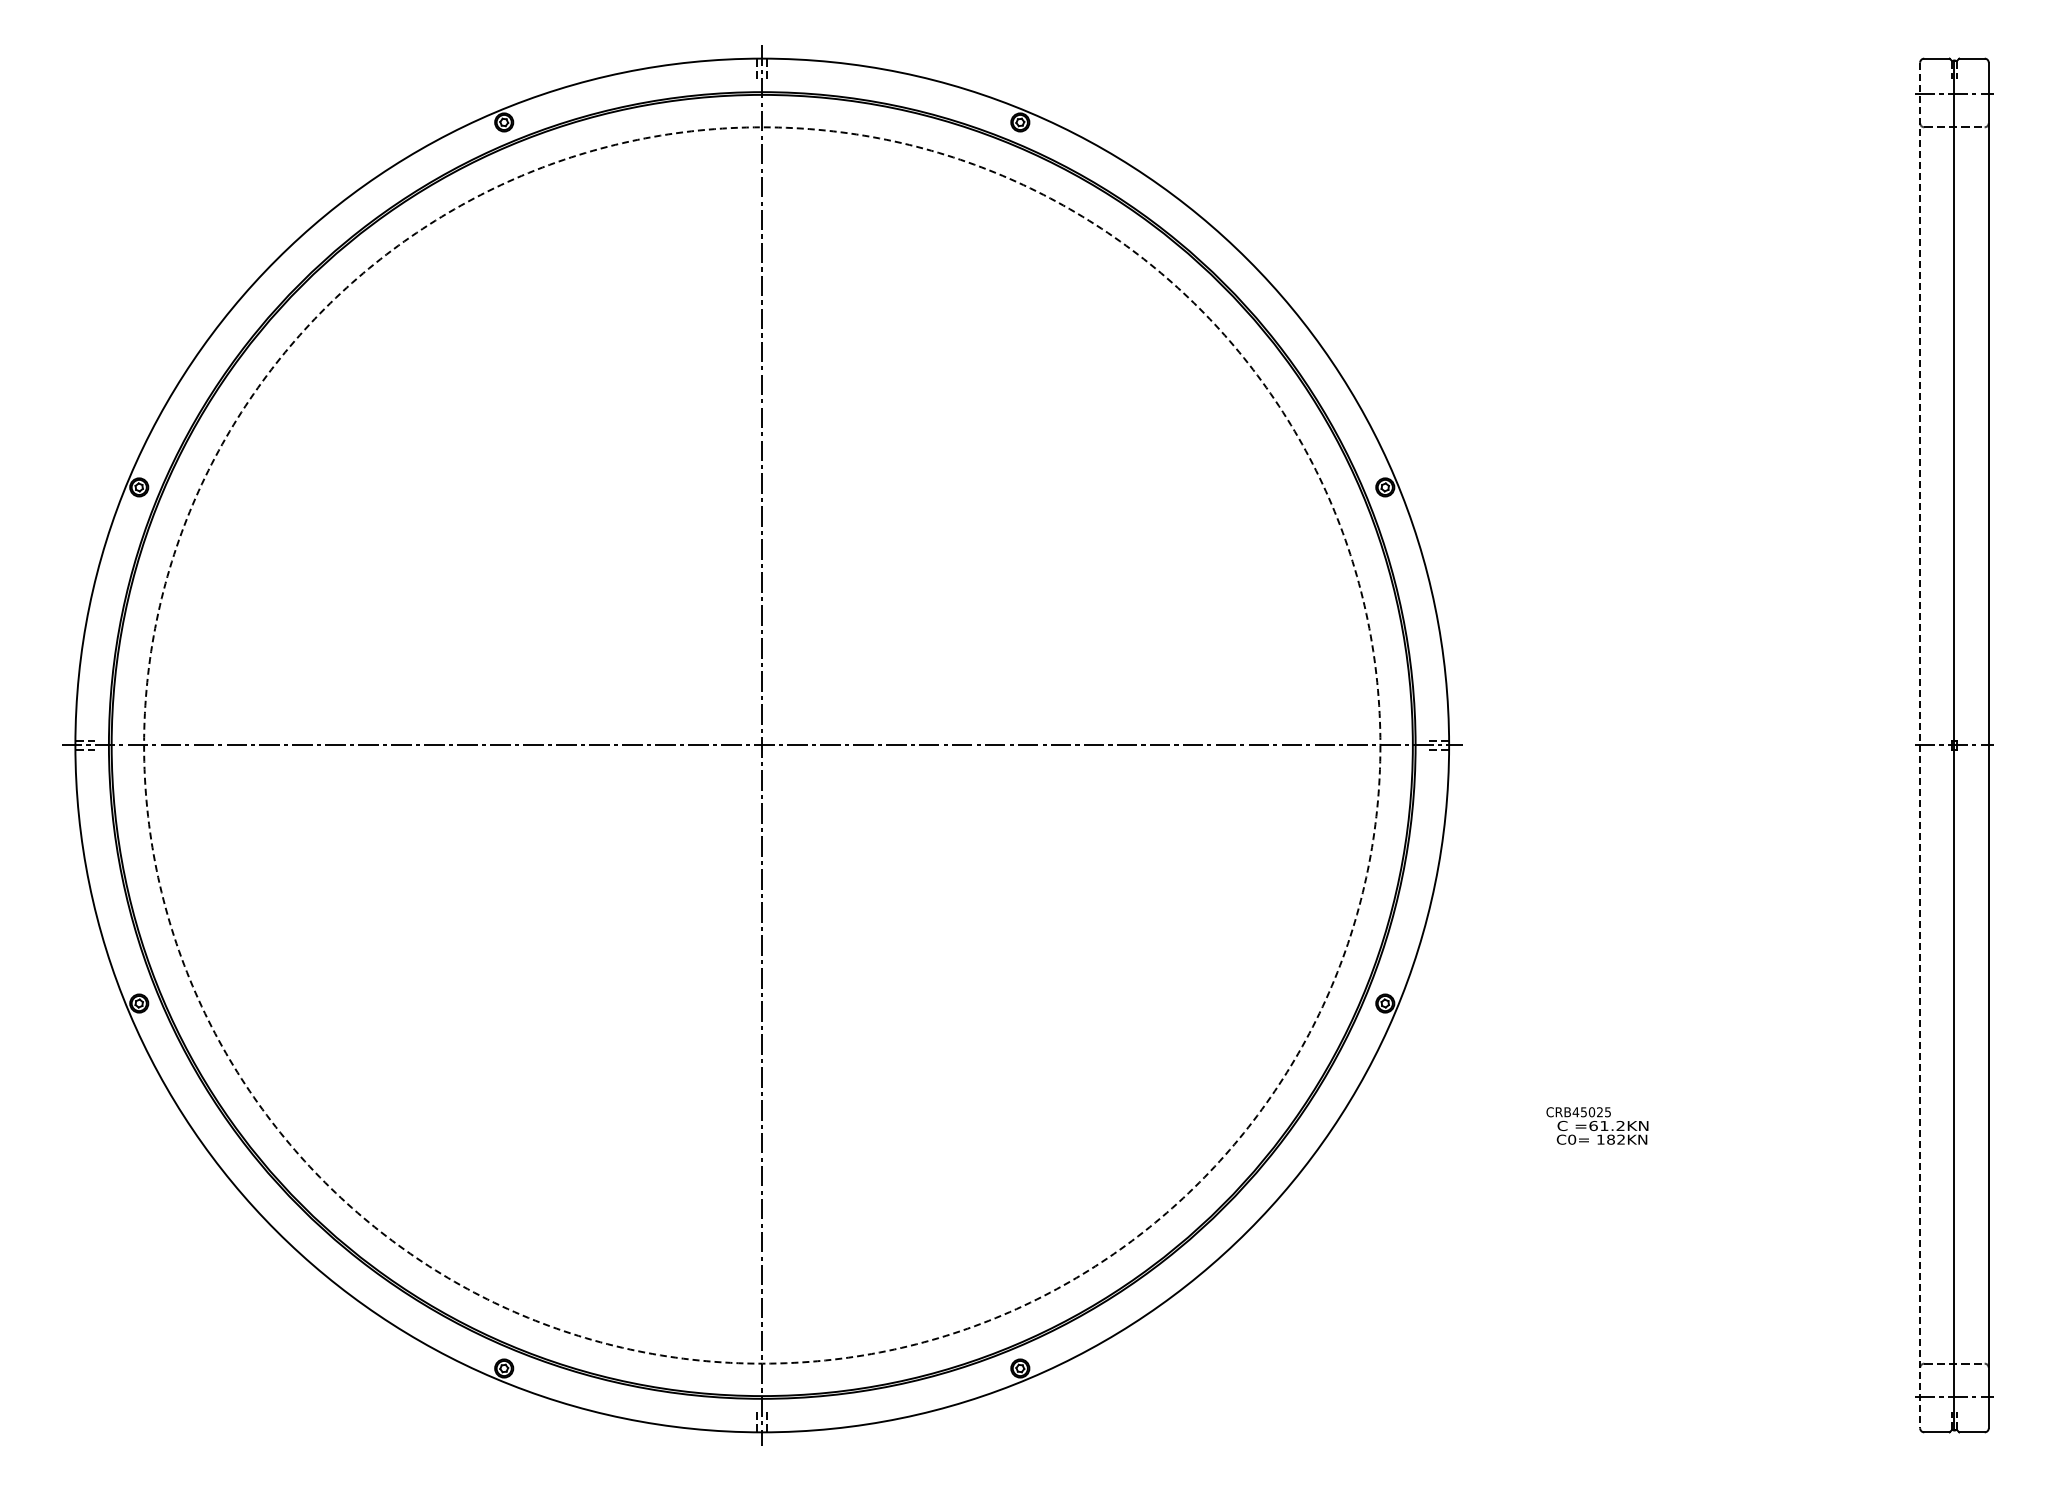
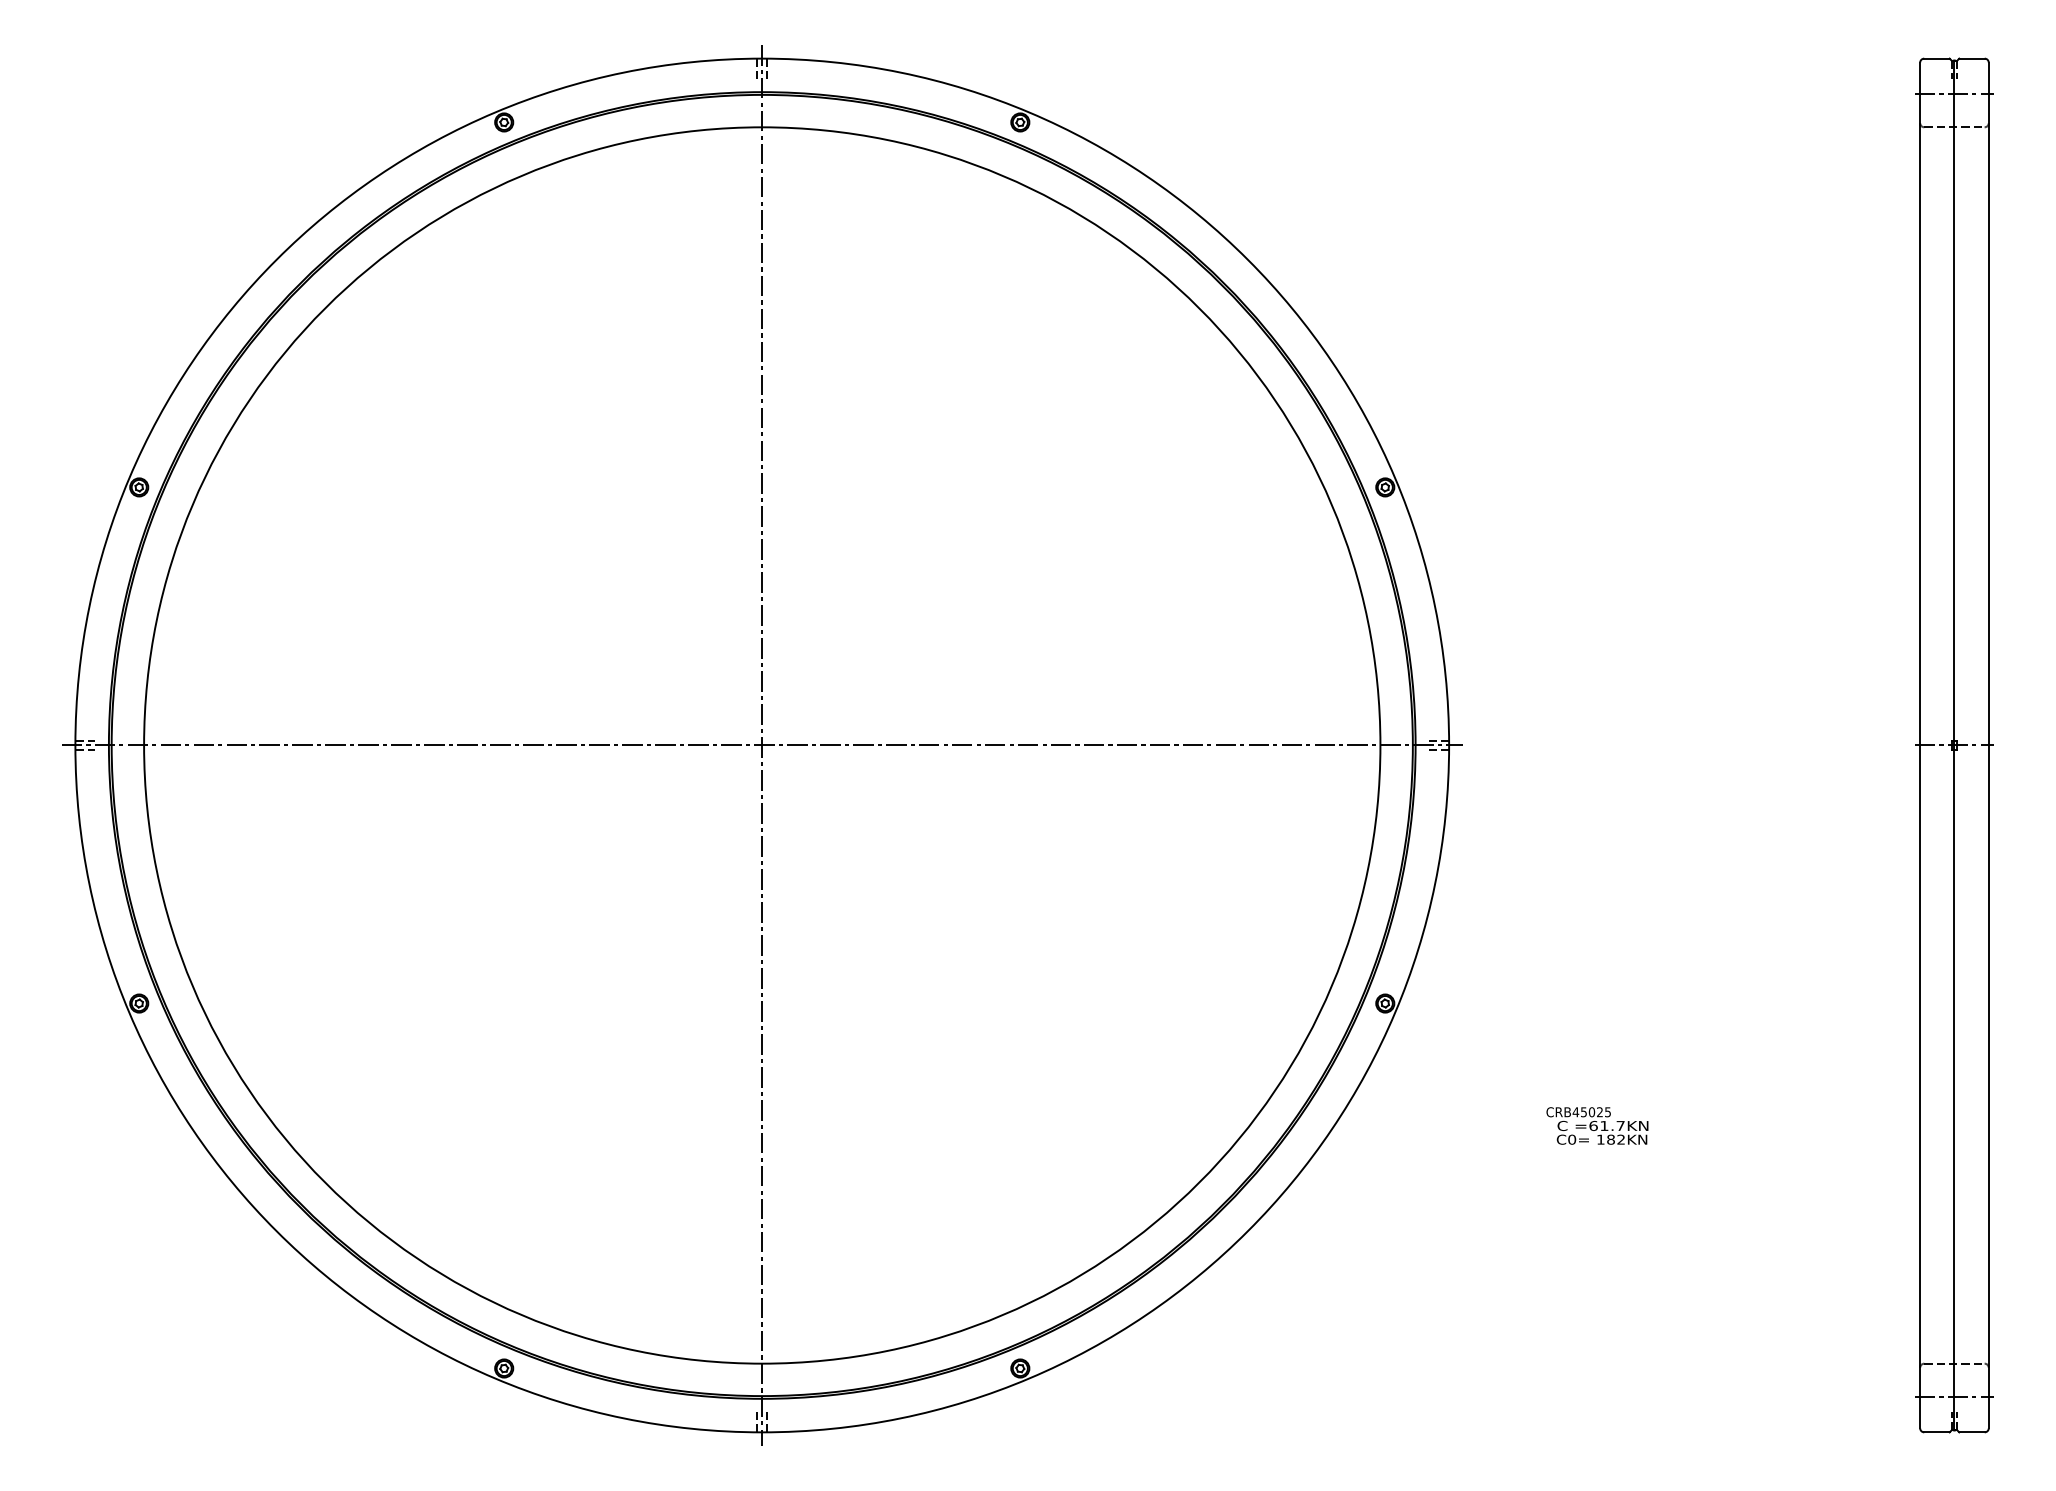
circle at (762, 745): dashed -> solid
line at (1920, 745): dashed -> solid
text at (1620, 1125): =61.2KN -> =61.7KN
